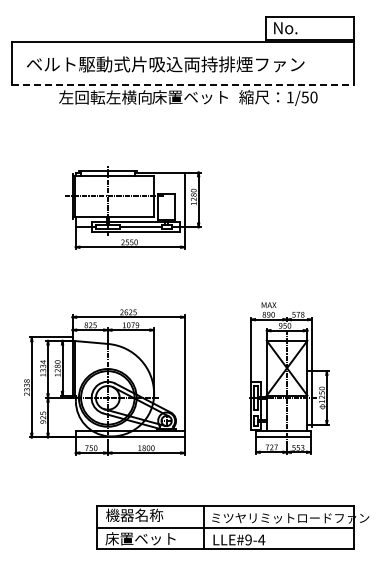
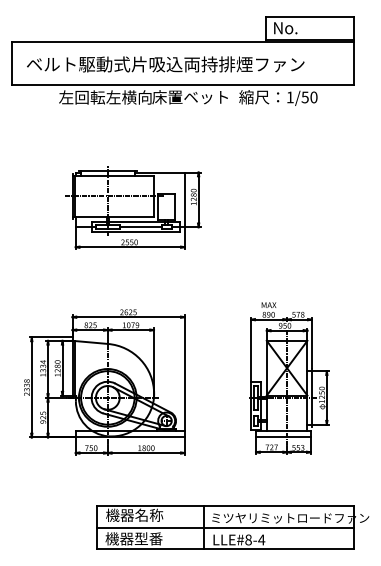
line at (183, 84): dashed -> solid
text at (140, 538): 床置ベット -> 機器型番
text at (248, 539): LLE#9-4 -> LLE#8-4
